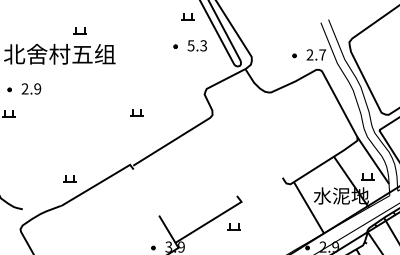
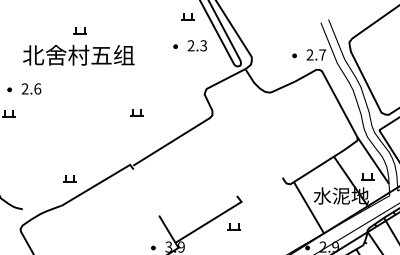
text at (190, 45): 5.3 -> 2.3
text at (59, 53) position: (59, 53) -> (78, 54)
text at (37, 88): 2.9 -> 2.6
